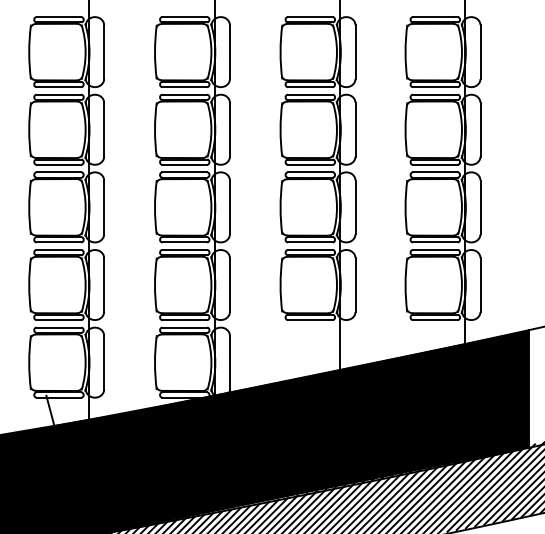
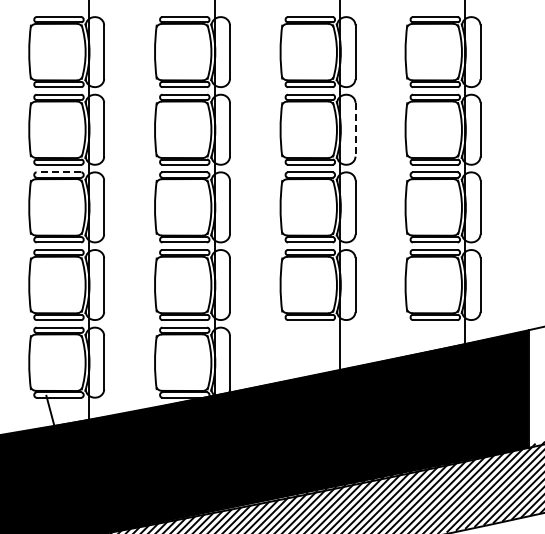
line at (355, 129): solid -> dashed
line at (58, 172): solid -> dashed
